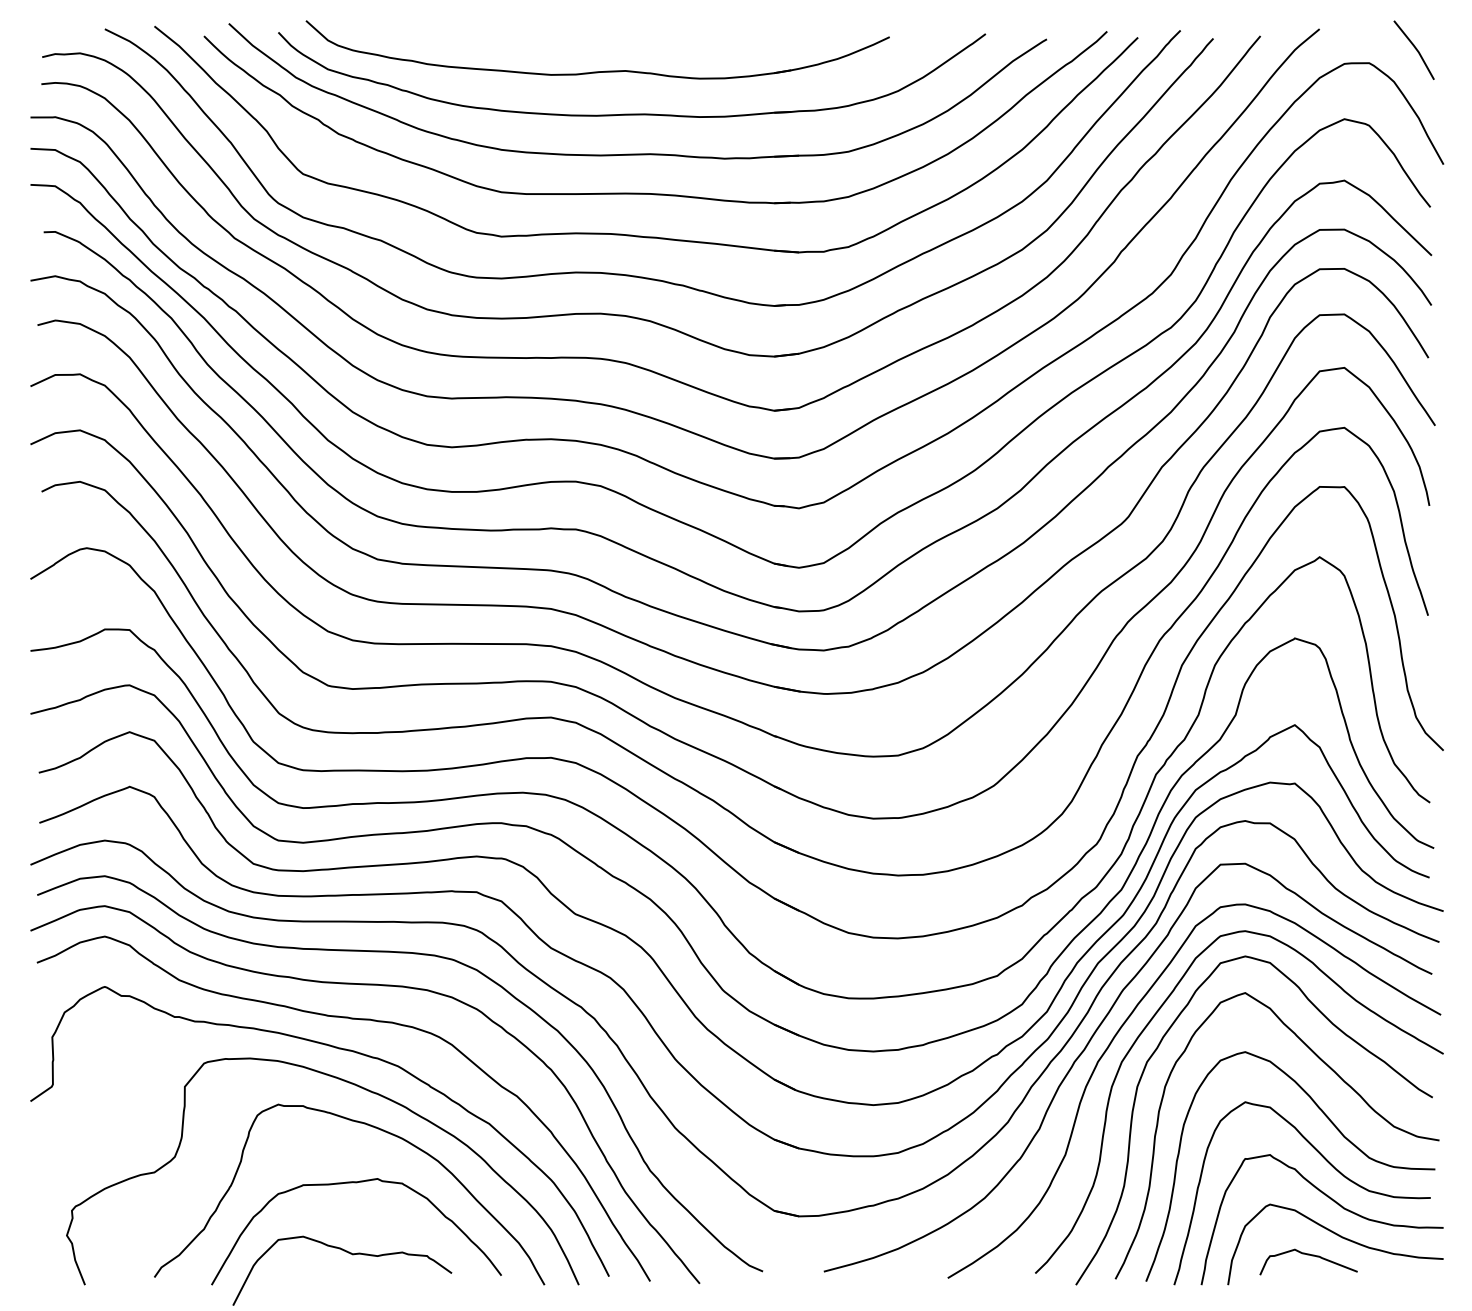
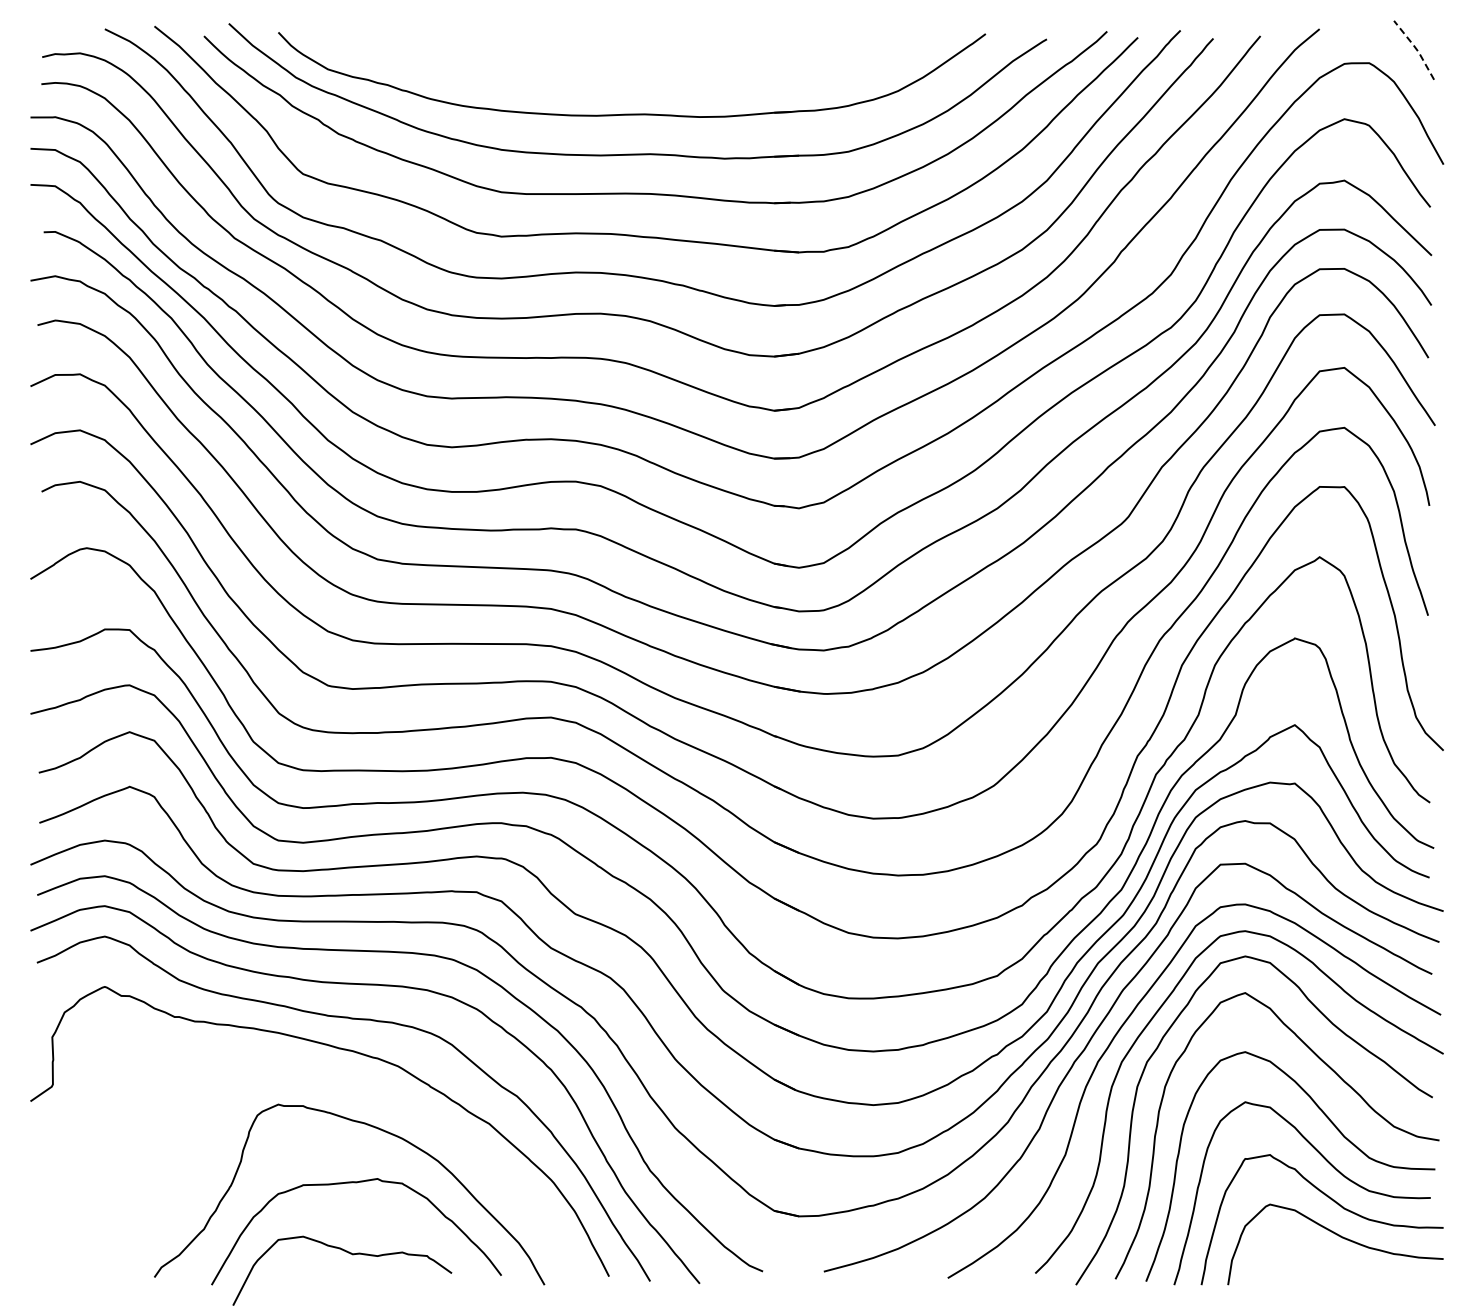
line at (1416, 48): solid -> dashed
part at (597, 71): present -> none
curve at (358, 1087): present -> none
curve at (1308, 1255): present -> none
